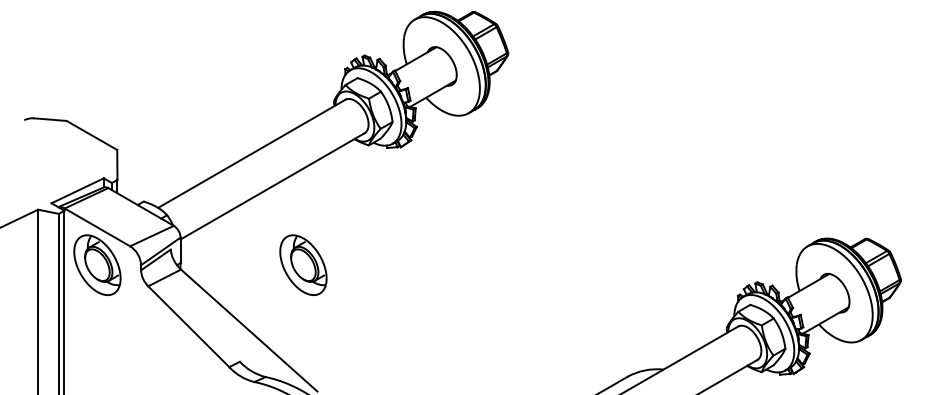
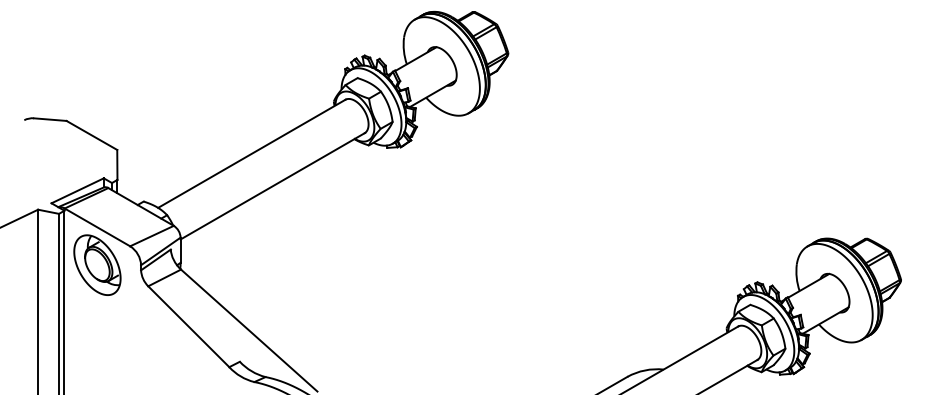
part at (303, 264): present -> none
